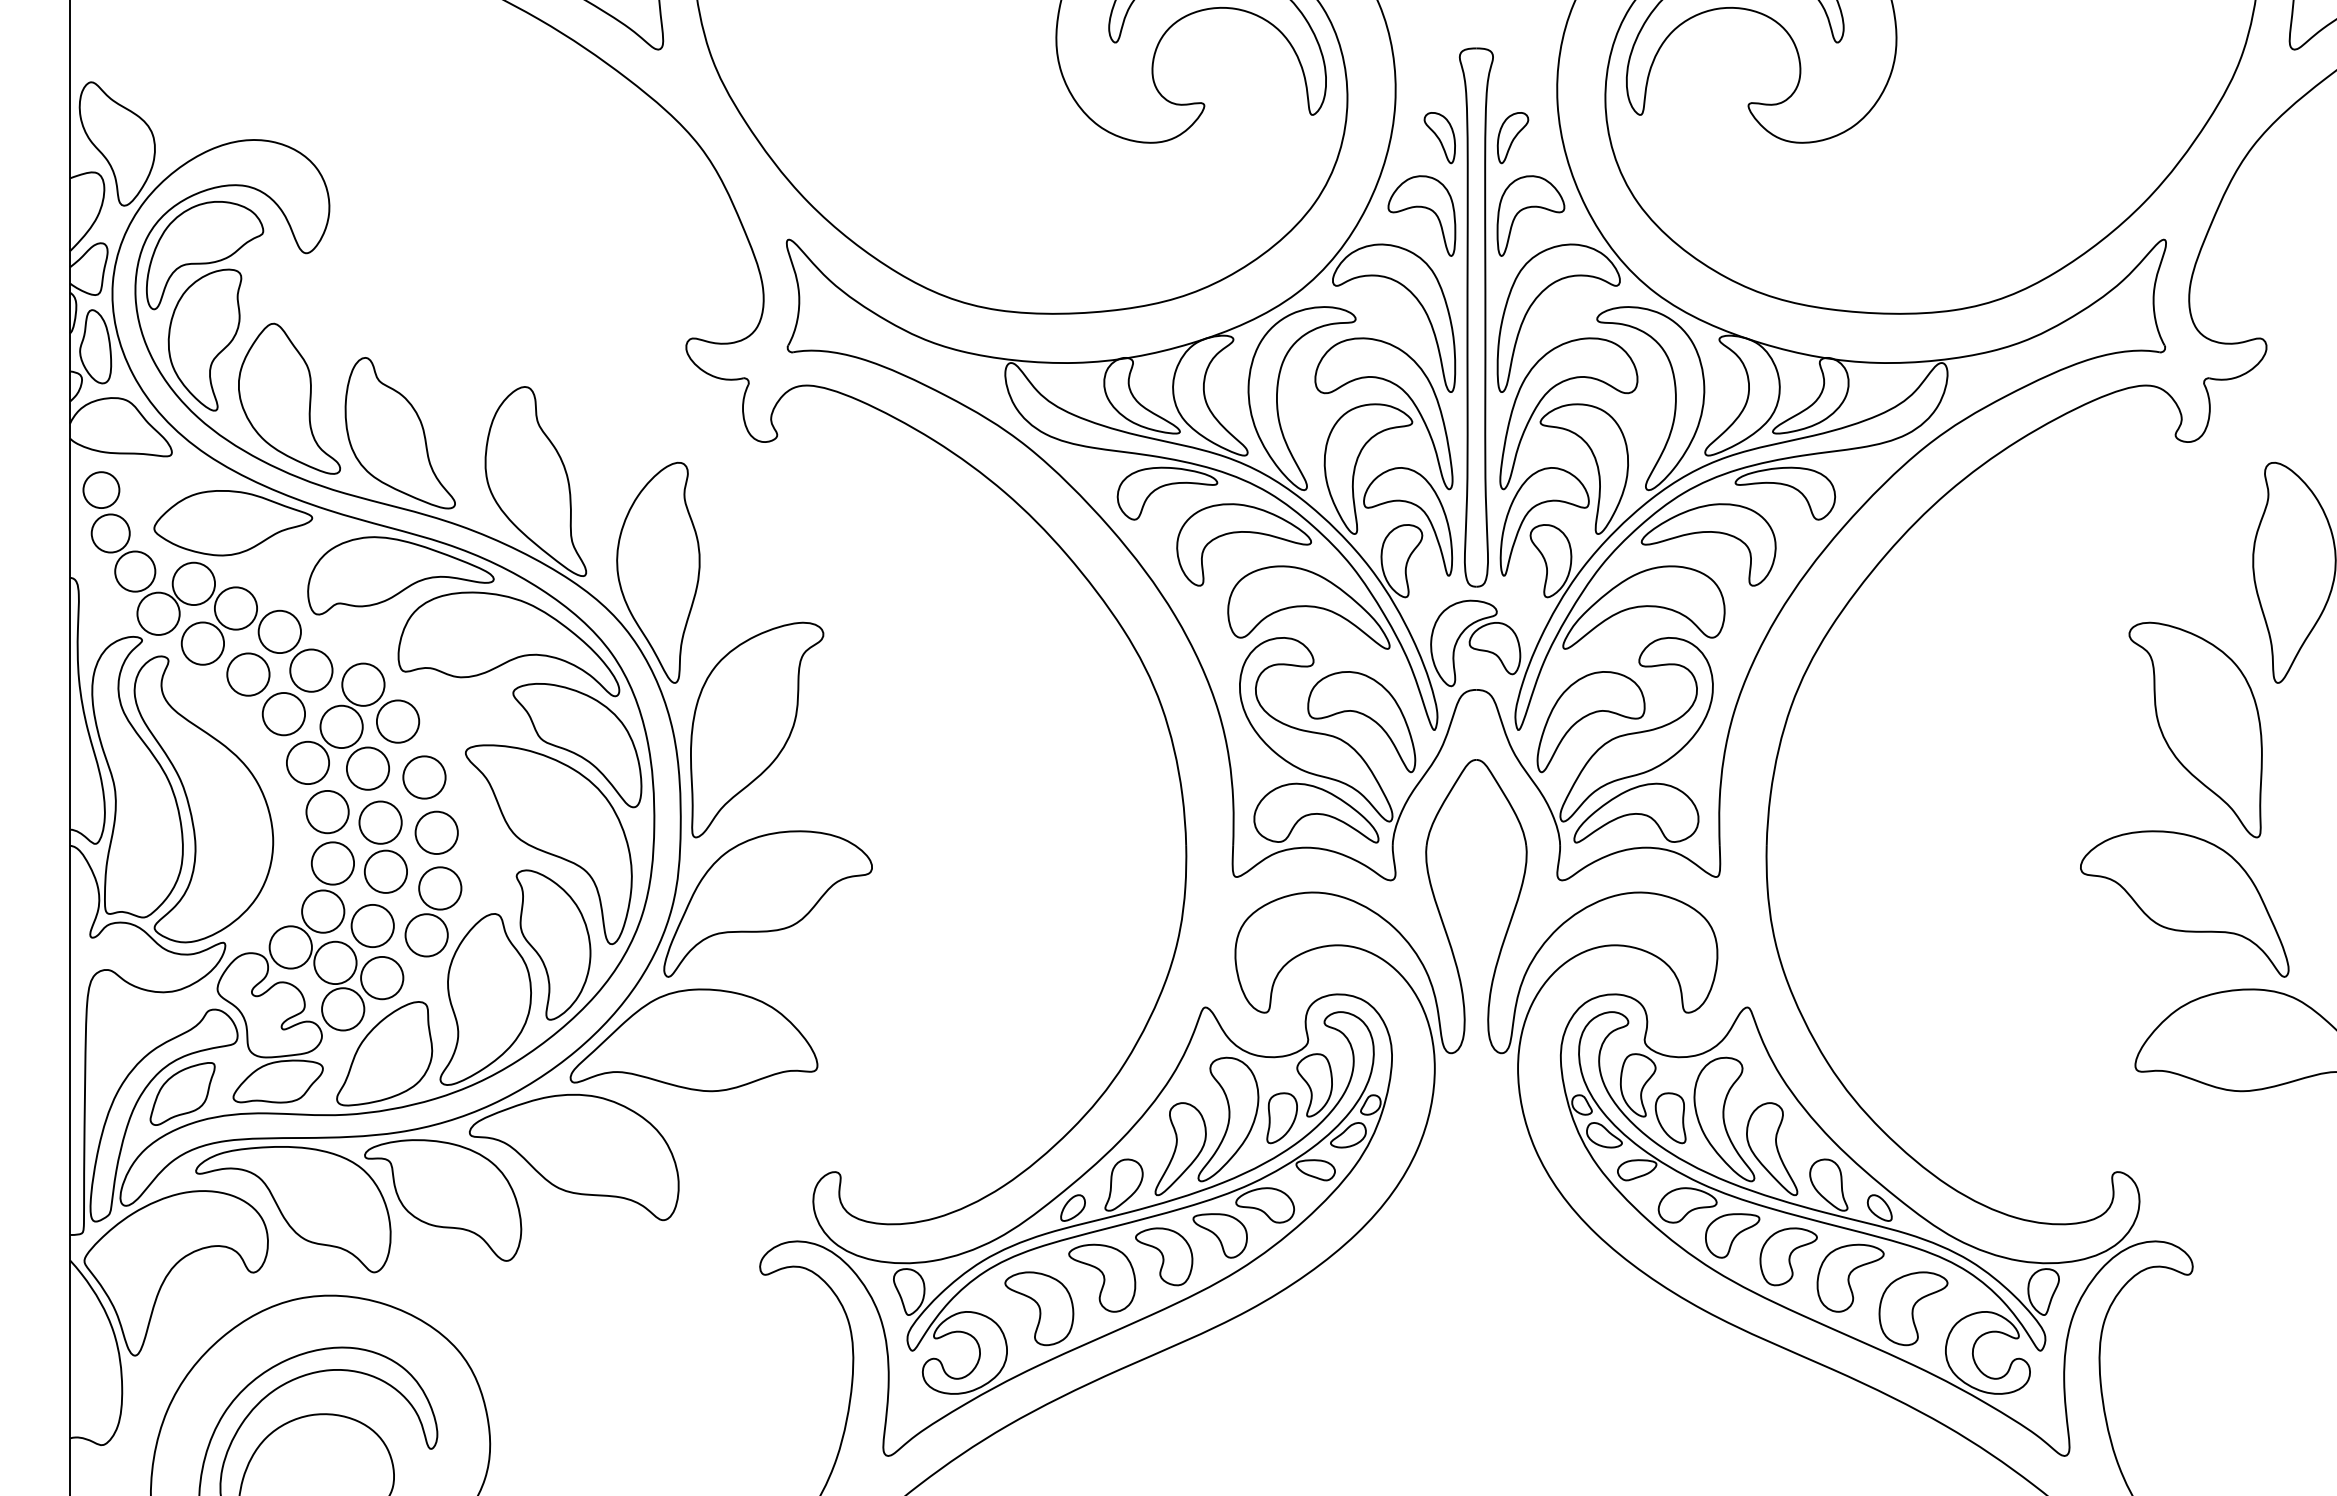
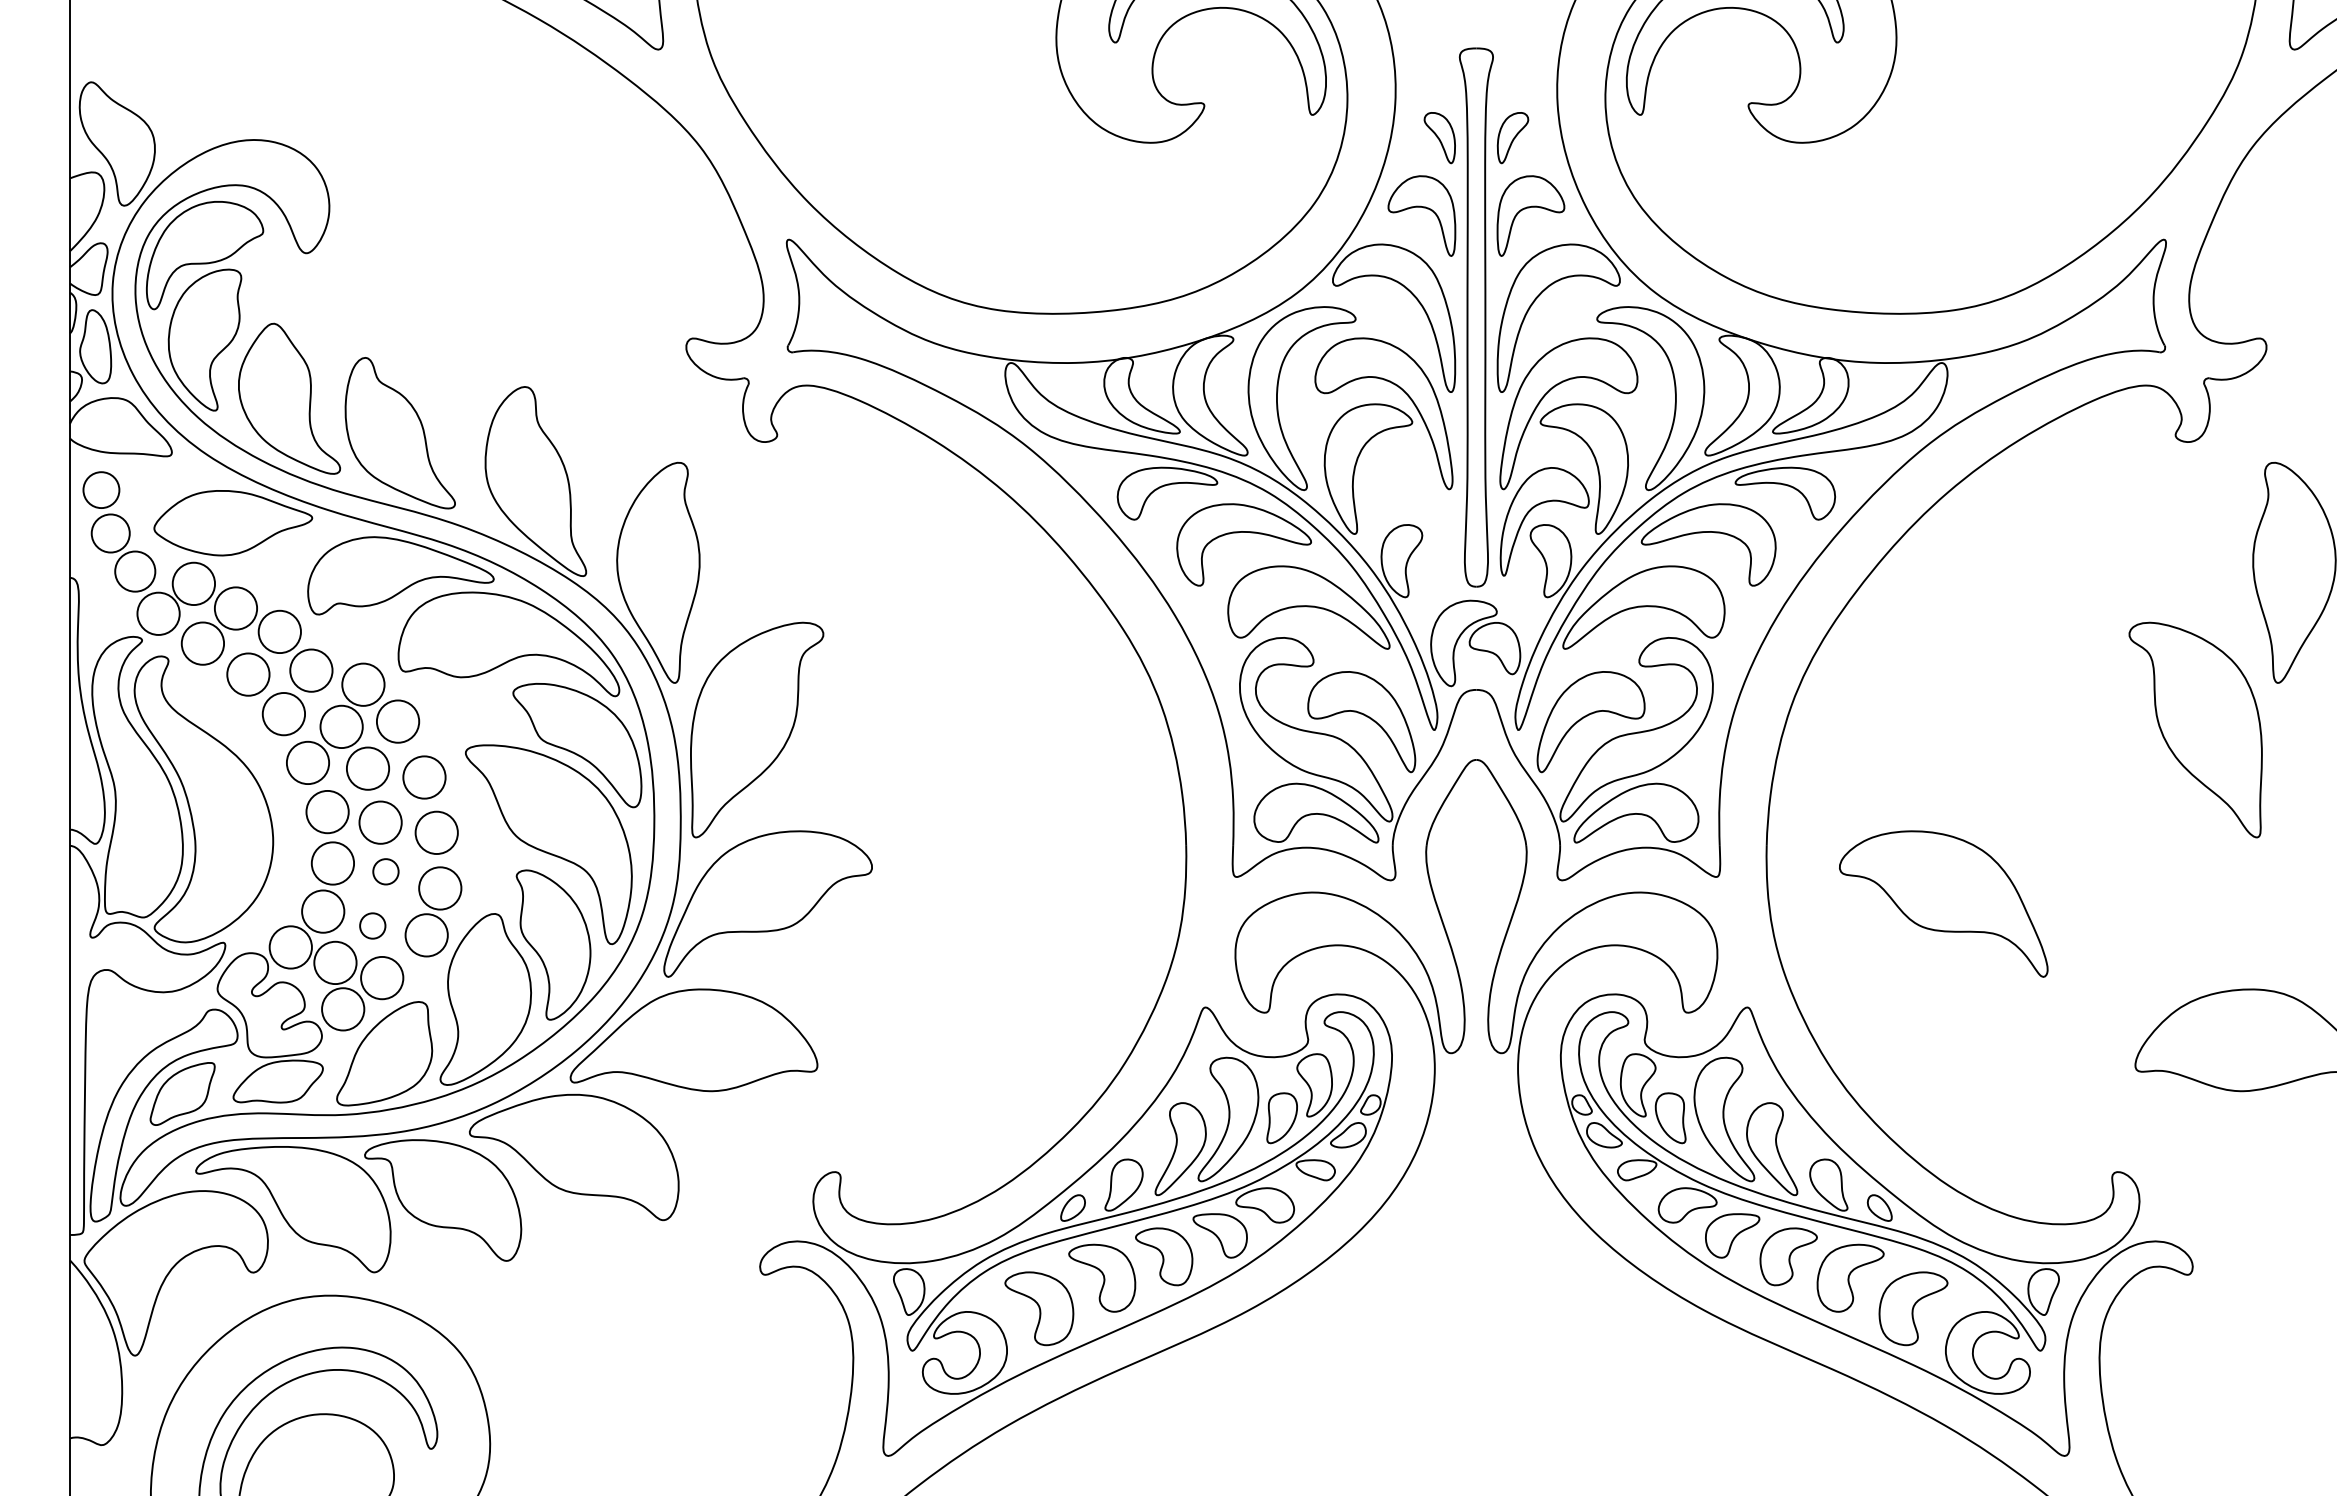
part at (1417, 507): present -> none
circle at (385, 871) diameter: 42 px -> 25 px
part at (2184, 903) position: (2184, 903) -> (1943, 903)
circle at (372, 925) diameter: 42 px -> 25 px
